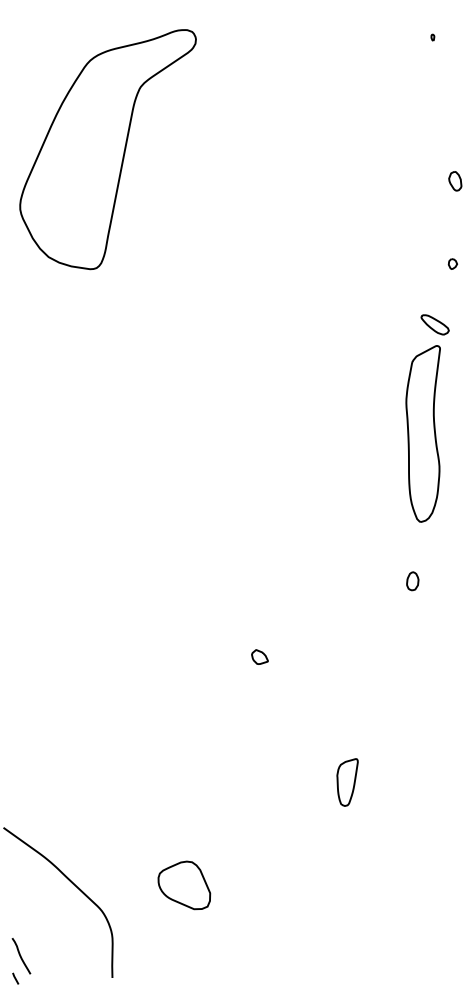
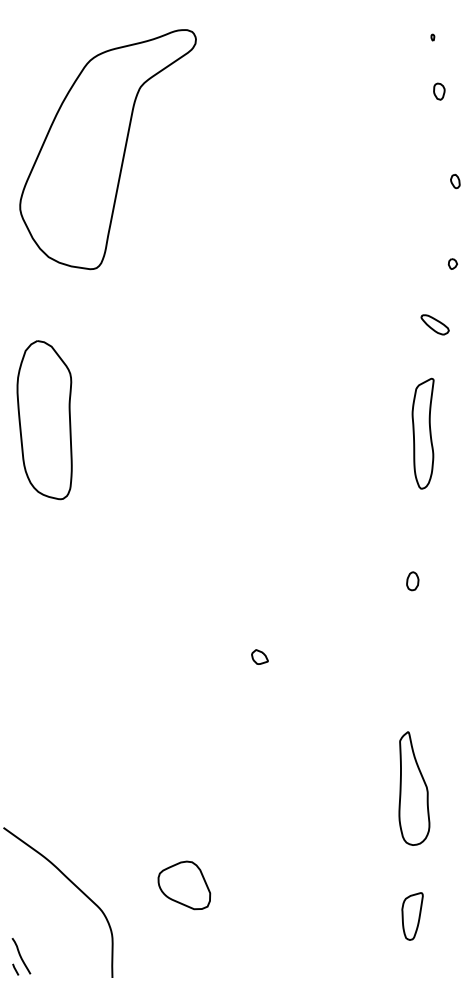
part at (439, 91): none -> present
part at (455, 181) size: 15x21 px -> 11x16 px
part at (44, 420): none -> present
part at (422, 433) size: 36x178 px -> 24x113 px
part at (347, 782) position: (347, 782) -> (412, 916)
part at (414, 788): none -> present
line at (15, 978) position: (15, 978) -> (15, 969)
